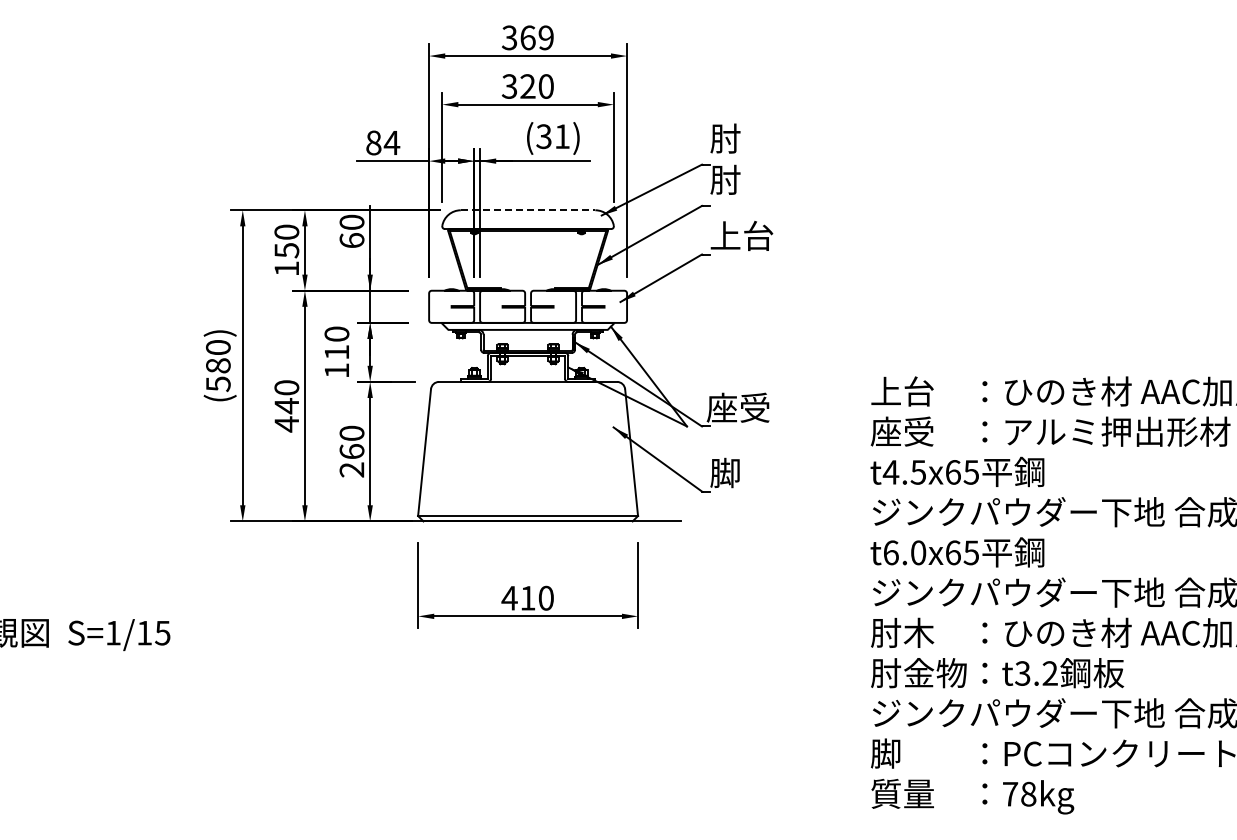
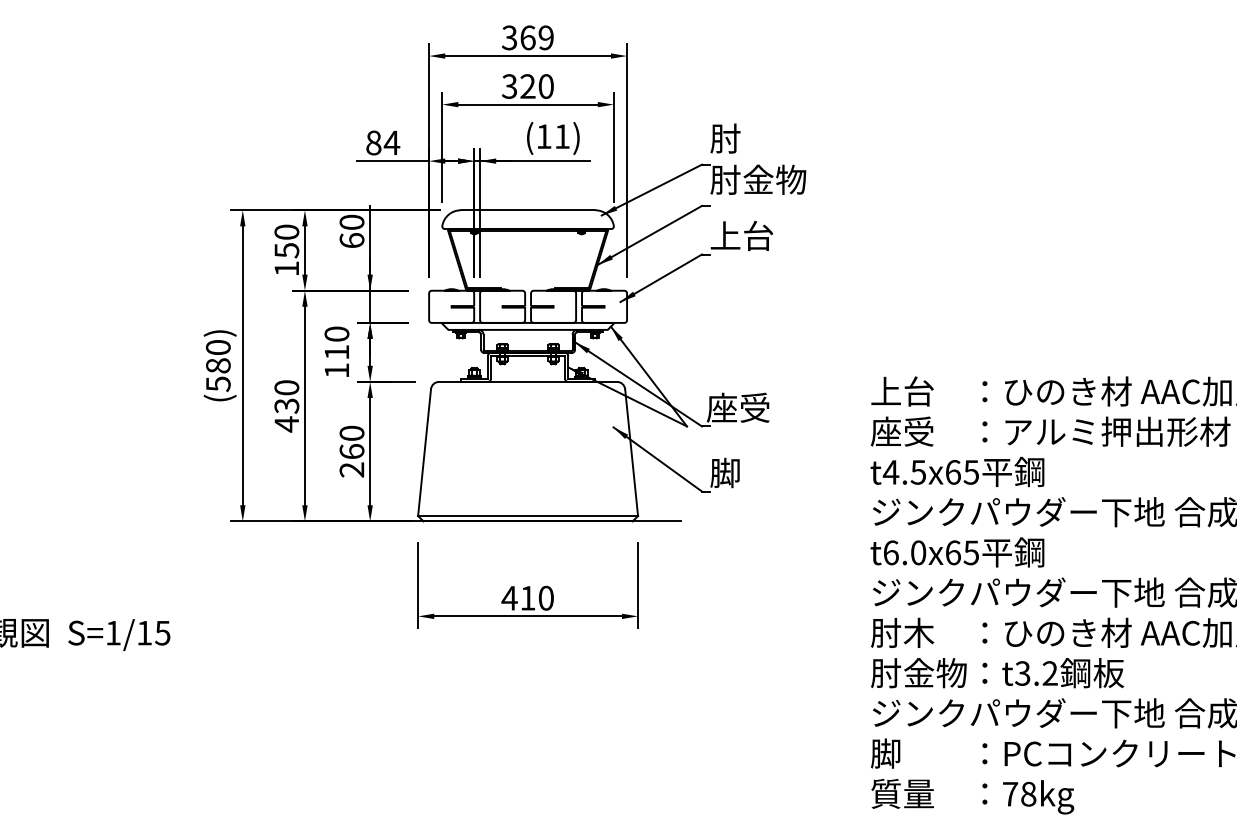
text at (543, 136): (31) -> (11)
text at (774, 179): 肘 -> 肘金物
line at (528, 210): dashed -> solid
text at (286, 406): 440 -> 430
